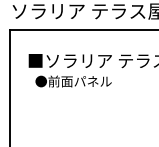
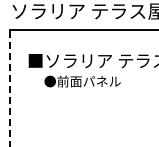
text at (73, 81) position: (73, 81) -> (82, 81)
line at (10, 87): solid -> dashed
